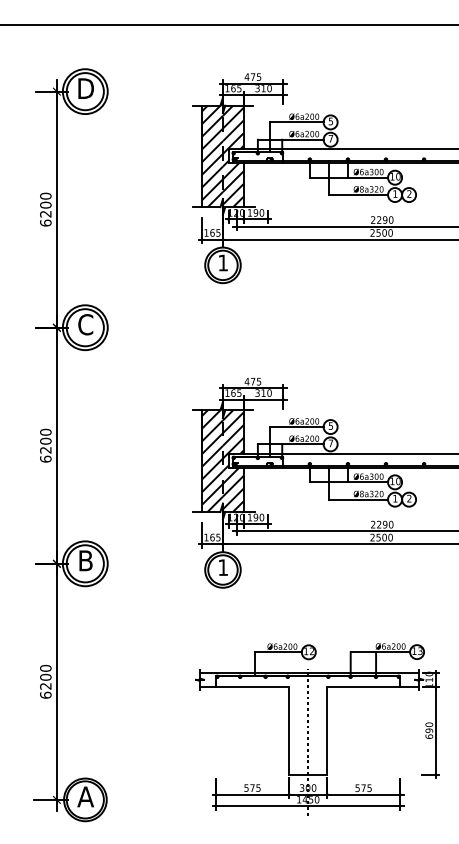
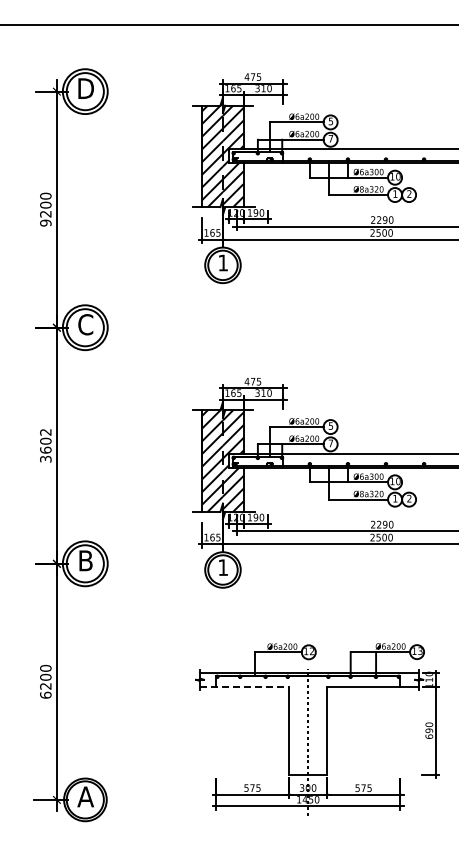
text at (45, 222): 6200 -> 9200
text at (45, 445): 6200 -> 3602
line at (244, 686): solid -> dashed
